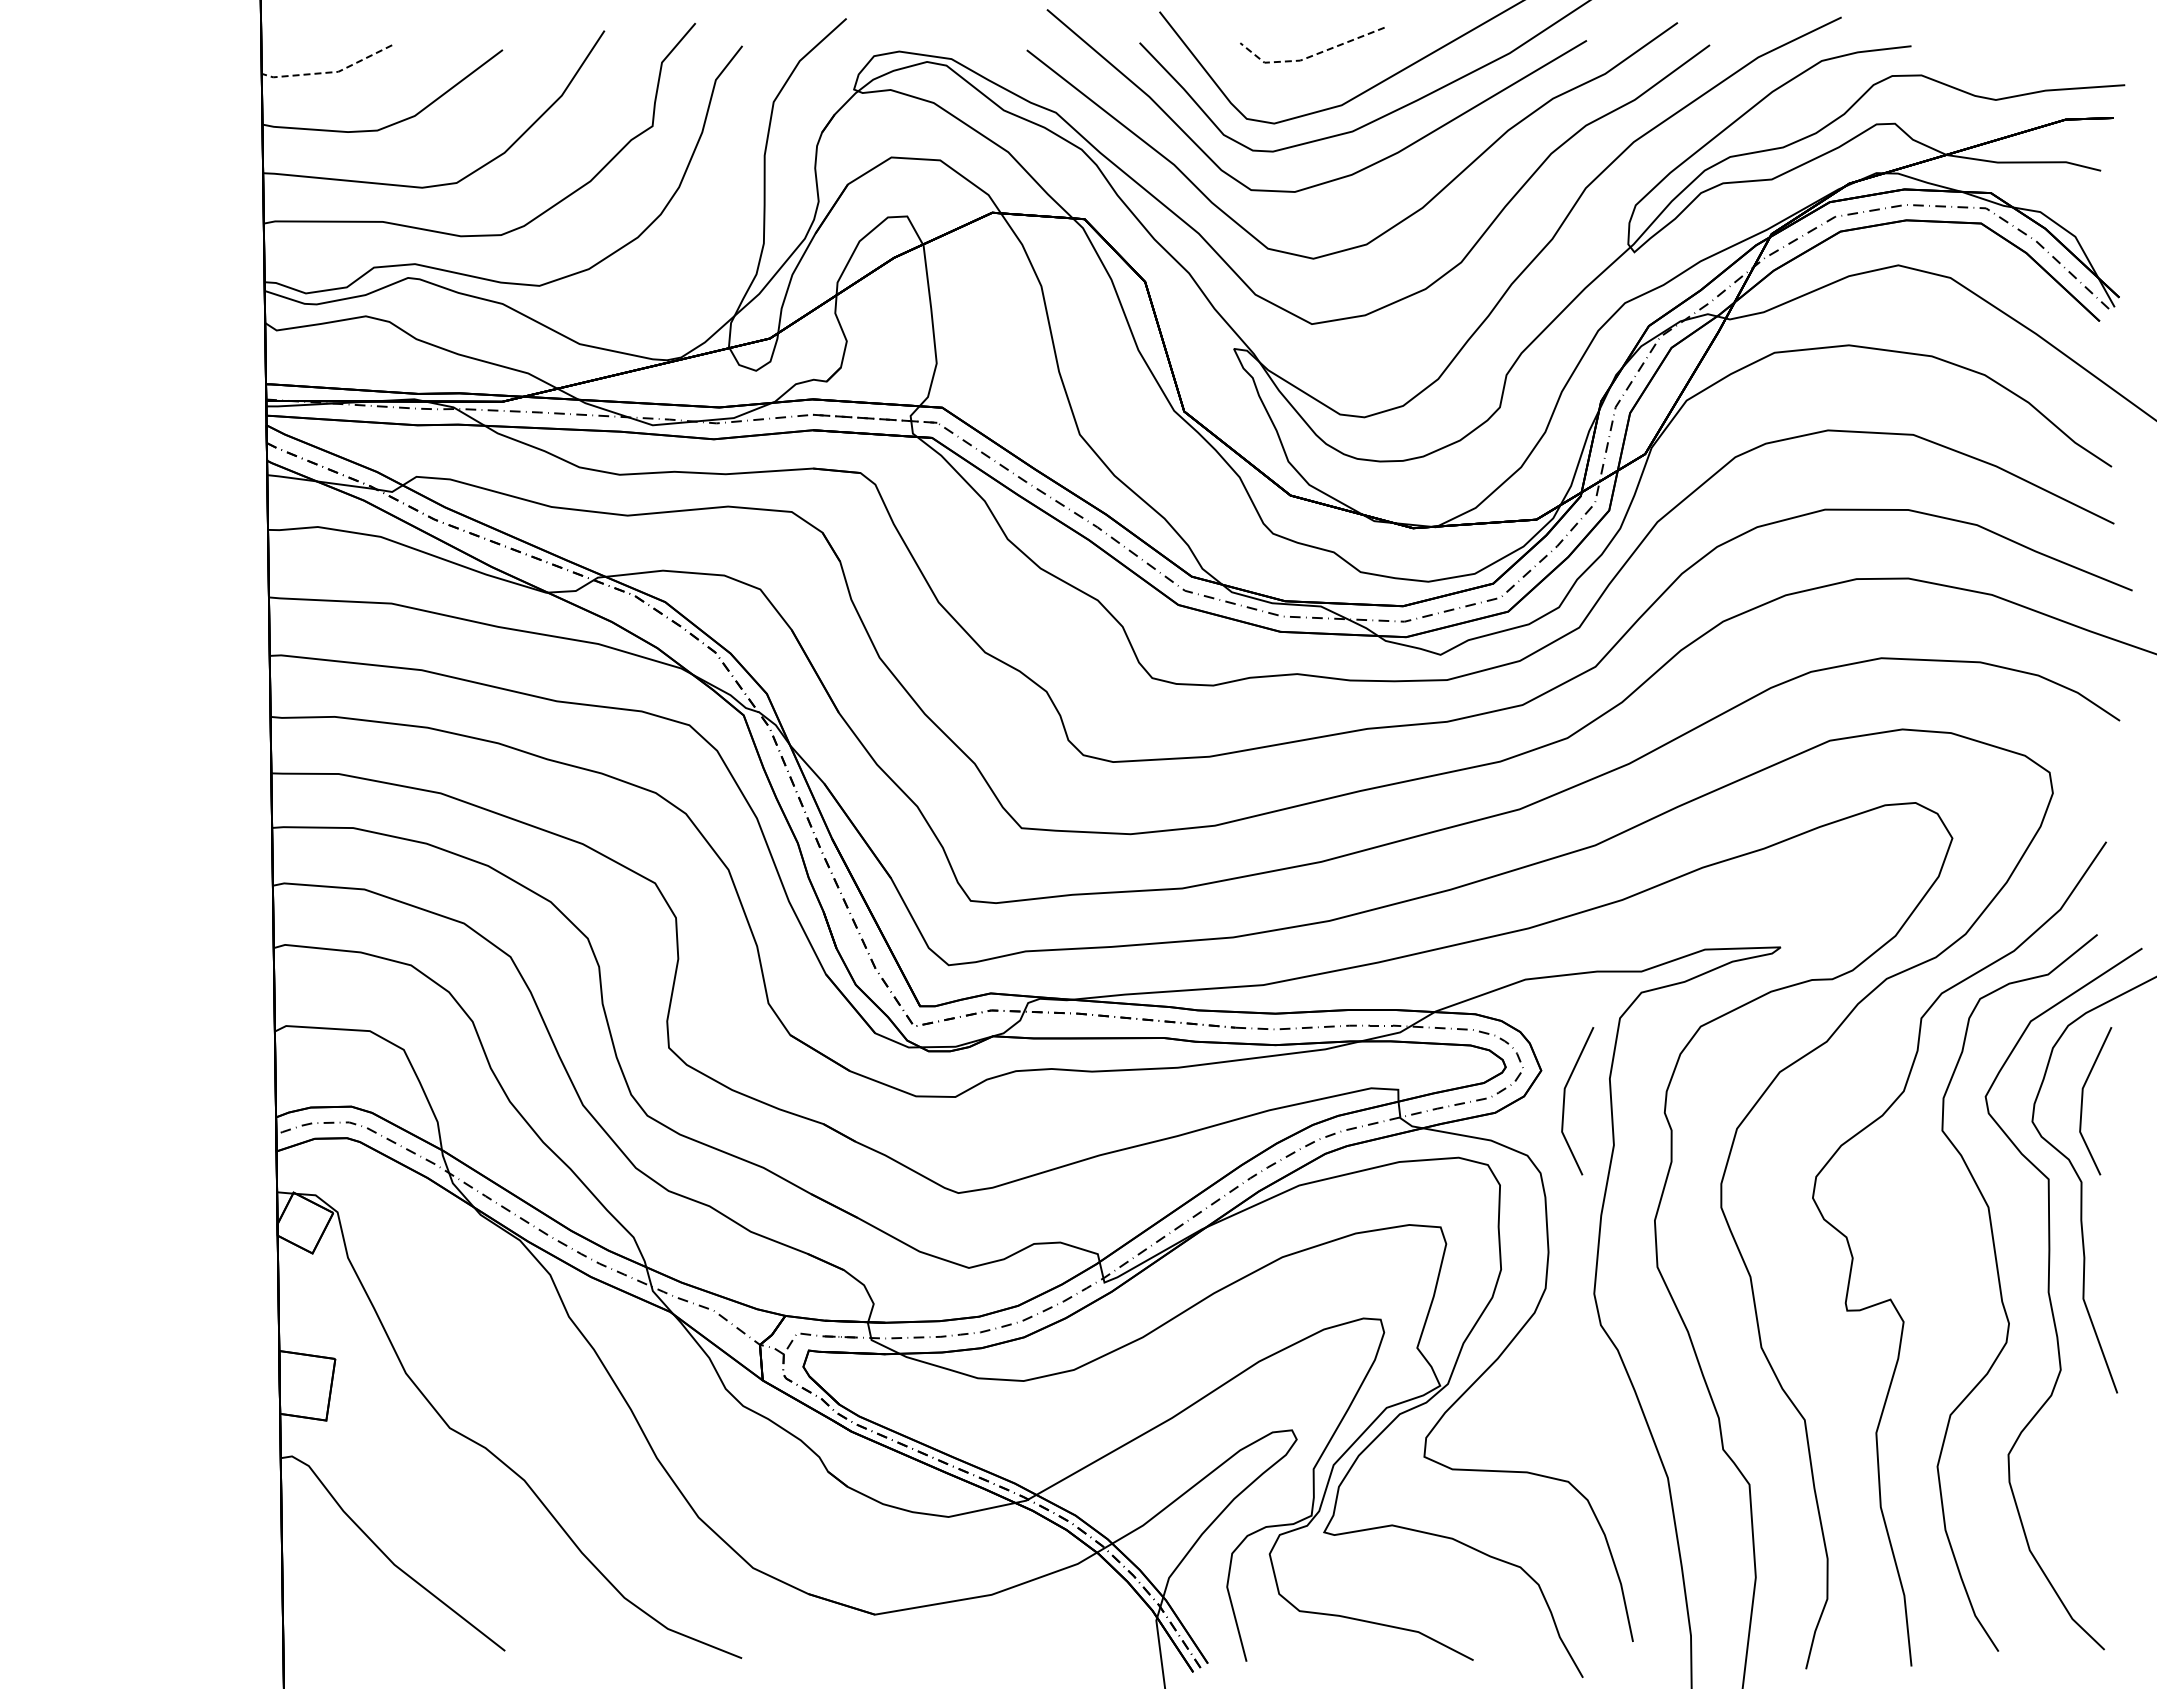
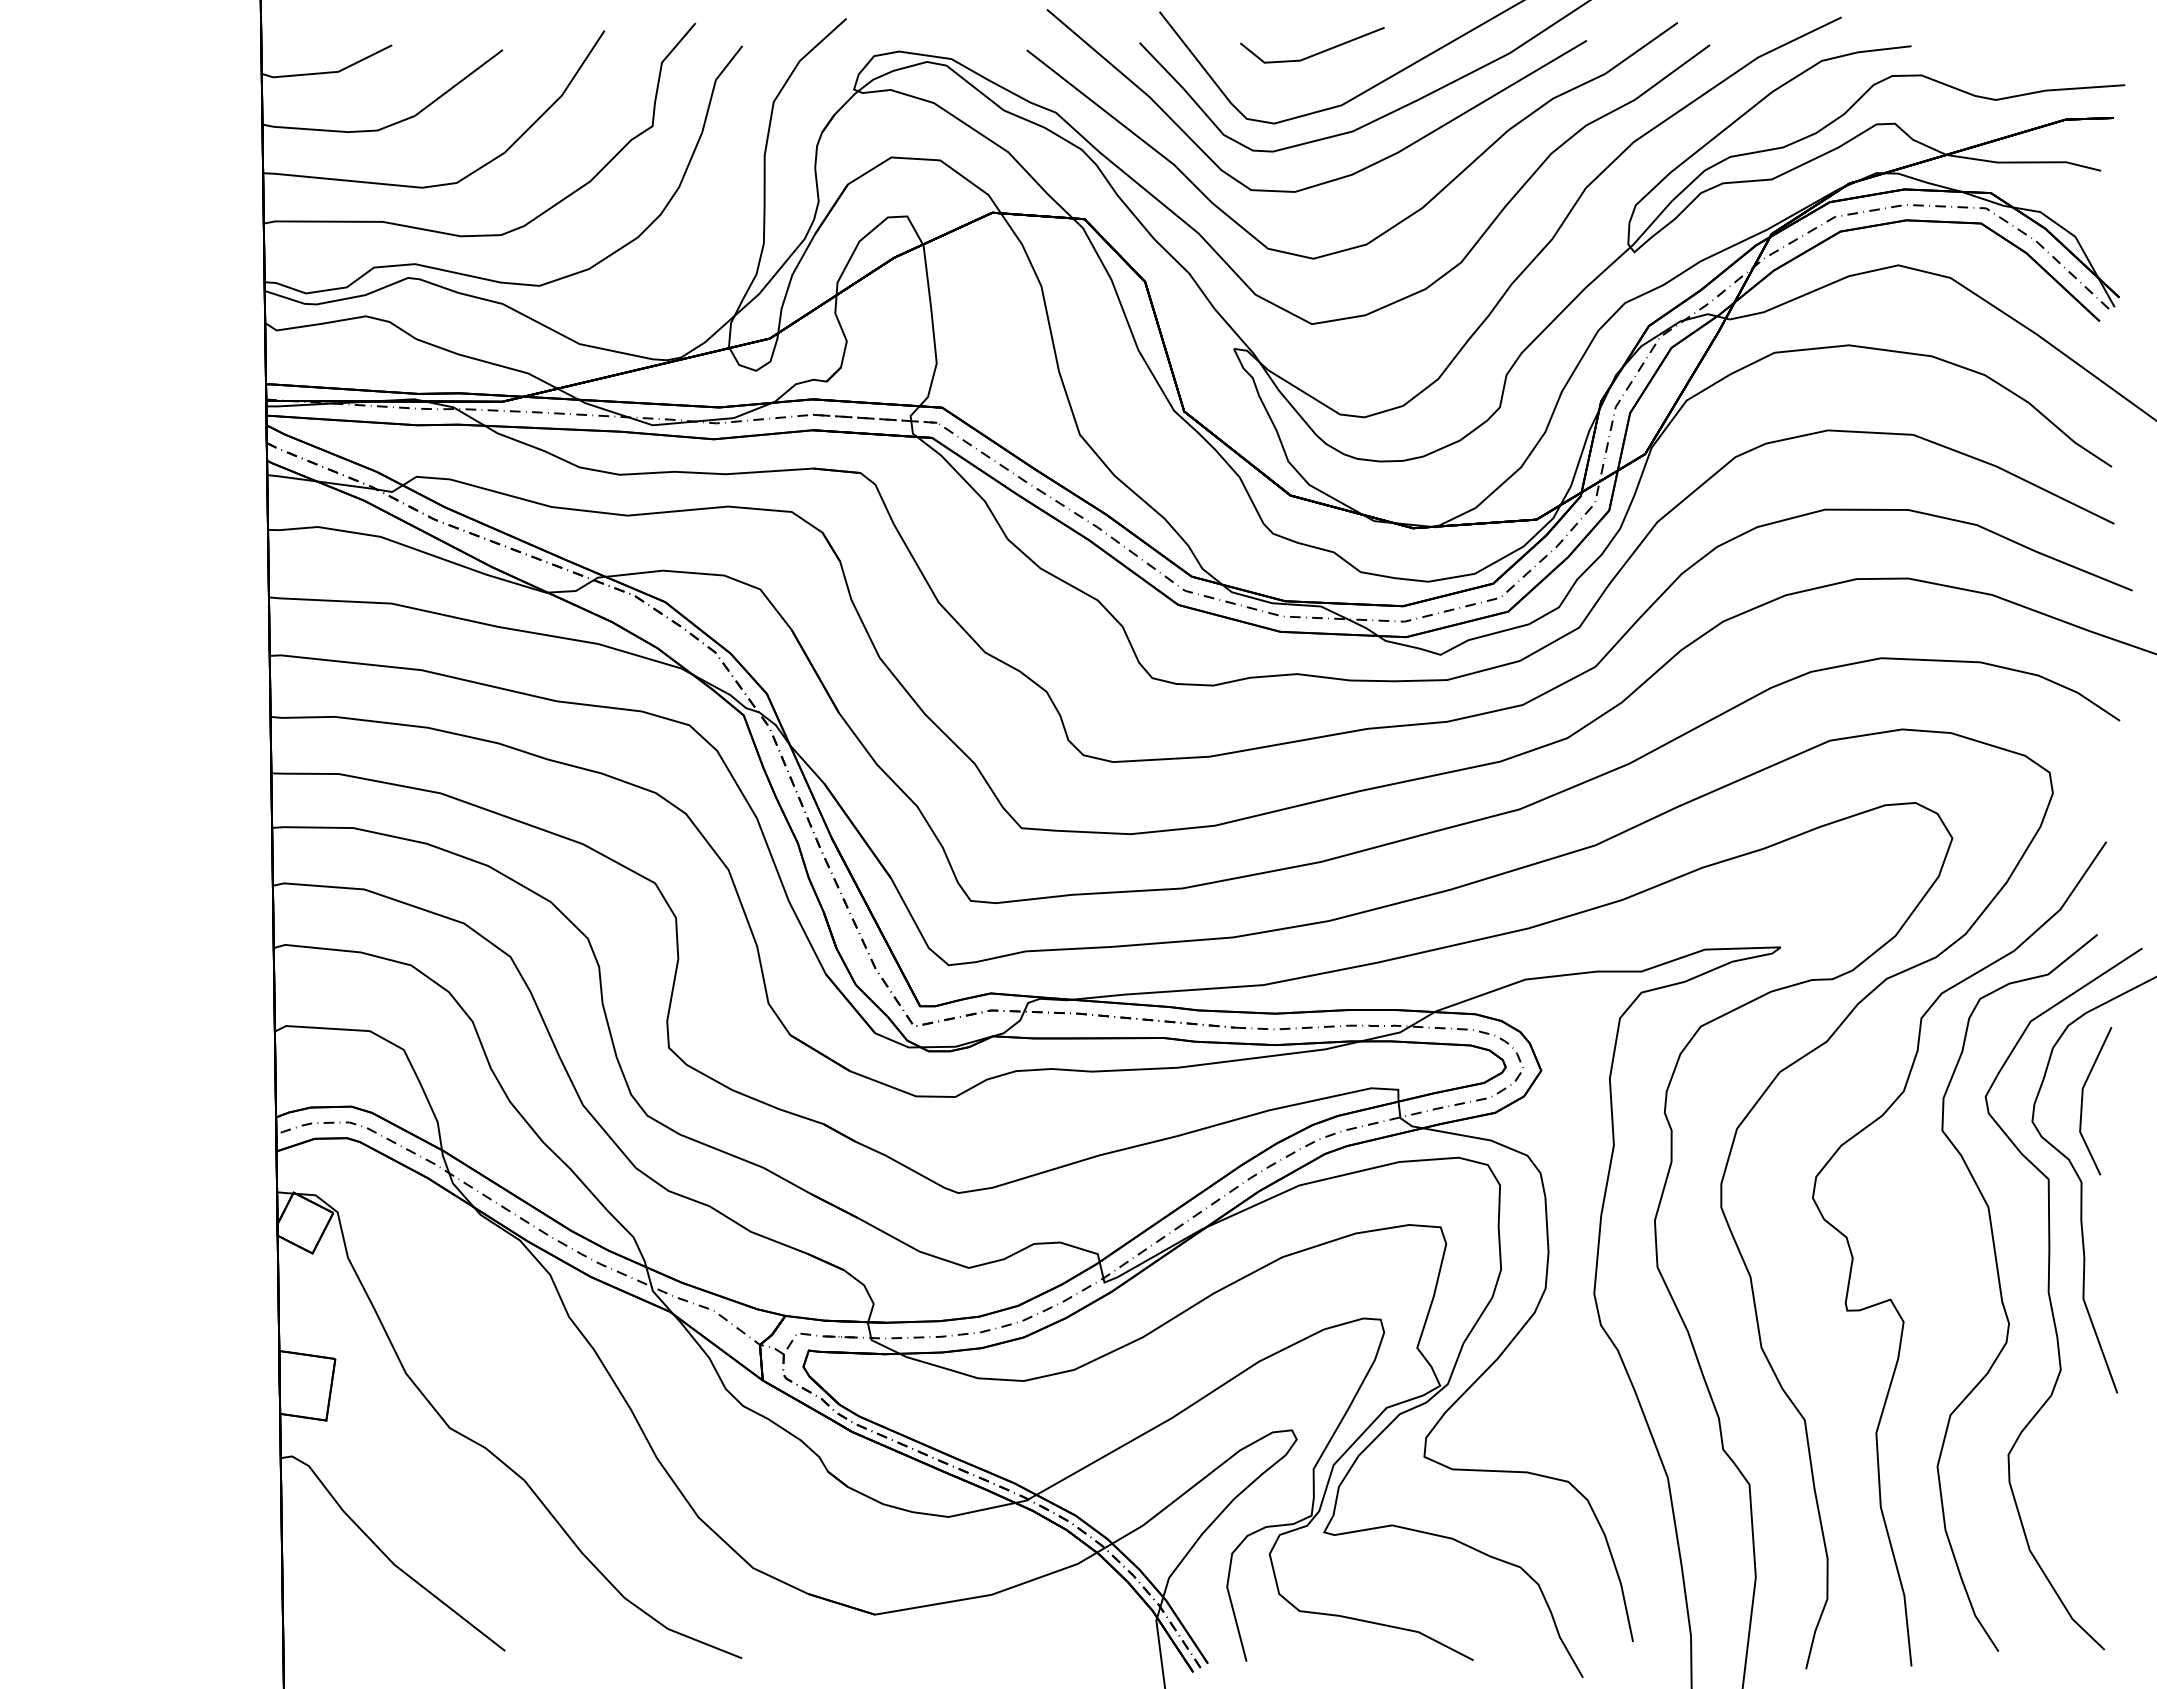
line at (1309, 57): dashed -> solid
line at (329, 72): dashed -> solid
line at (1565, 1097): present -> none
